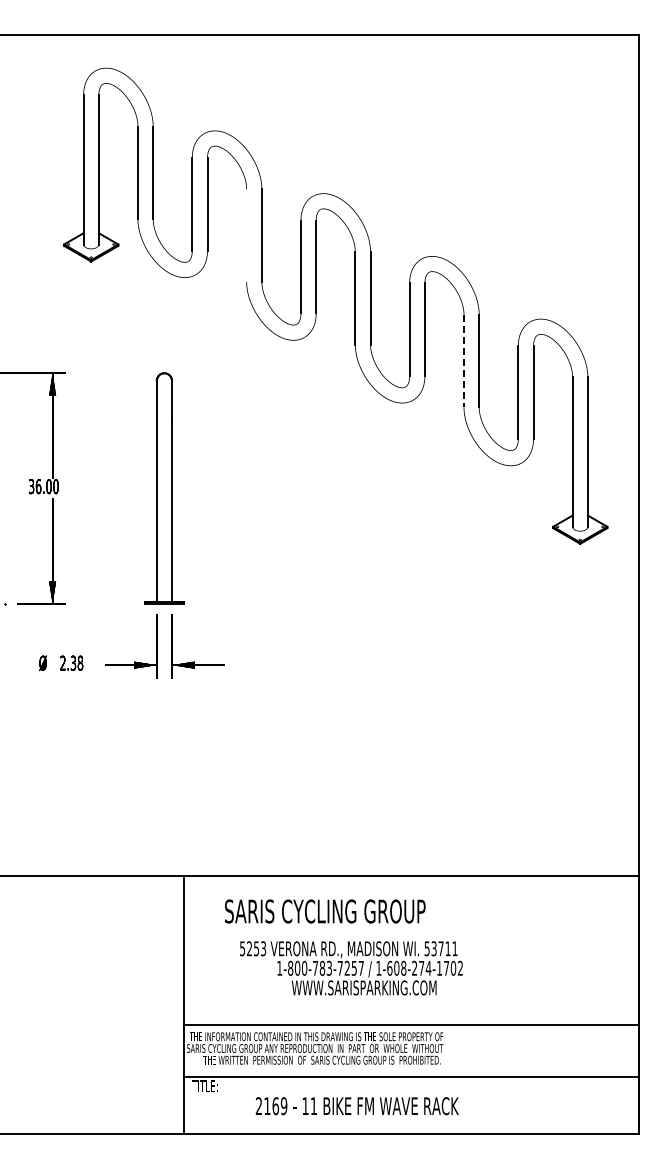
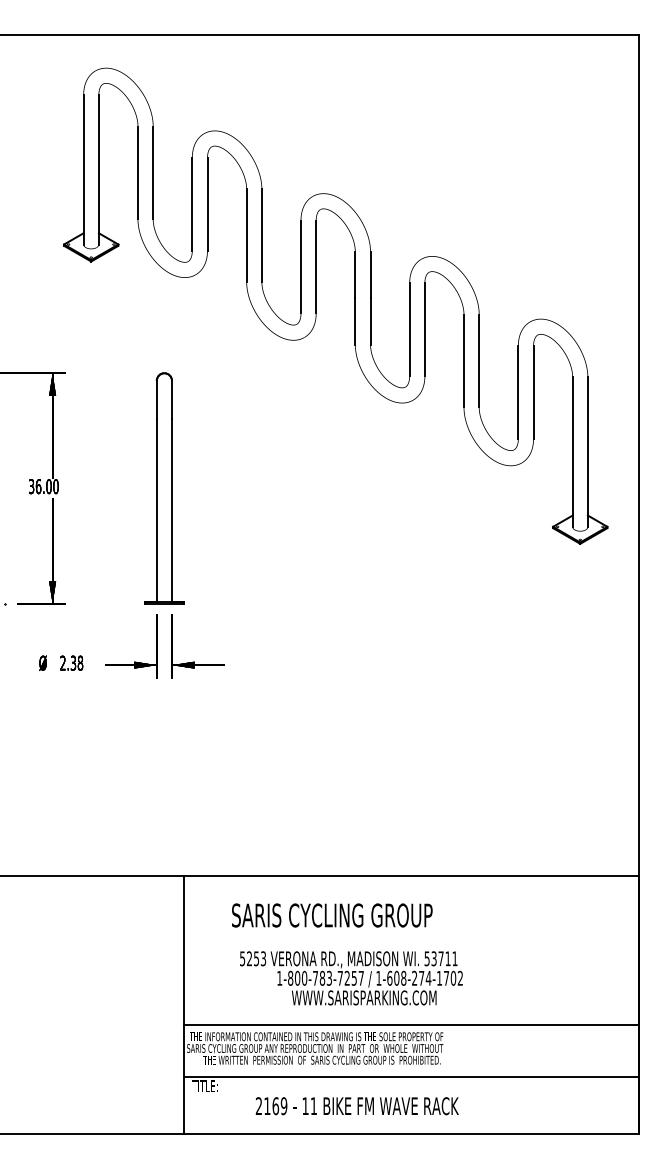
line at (246, 235): none -> present
line at (464, 361): dashed -> solid
text at (325, 911) position: (325, 911) -> (332, 915)
text at (351, 968) position: (351, 968) -> (351, 978)
